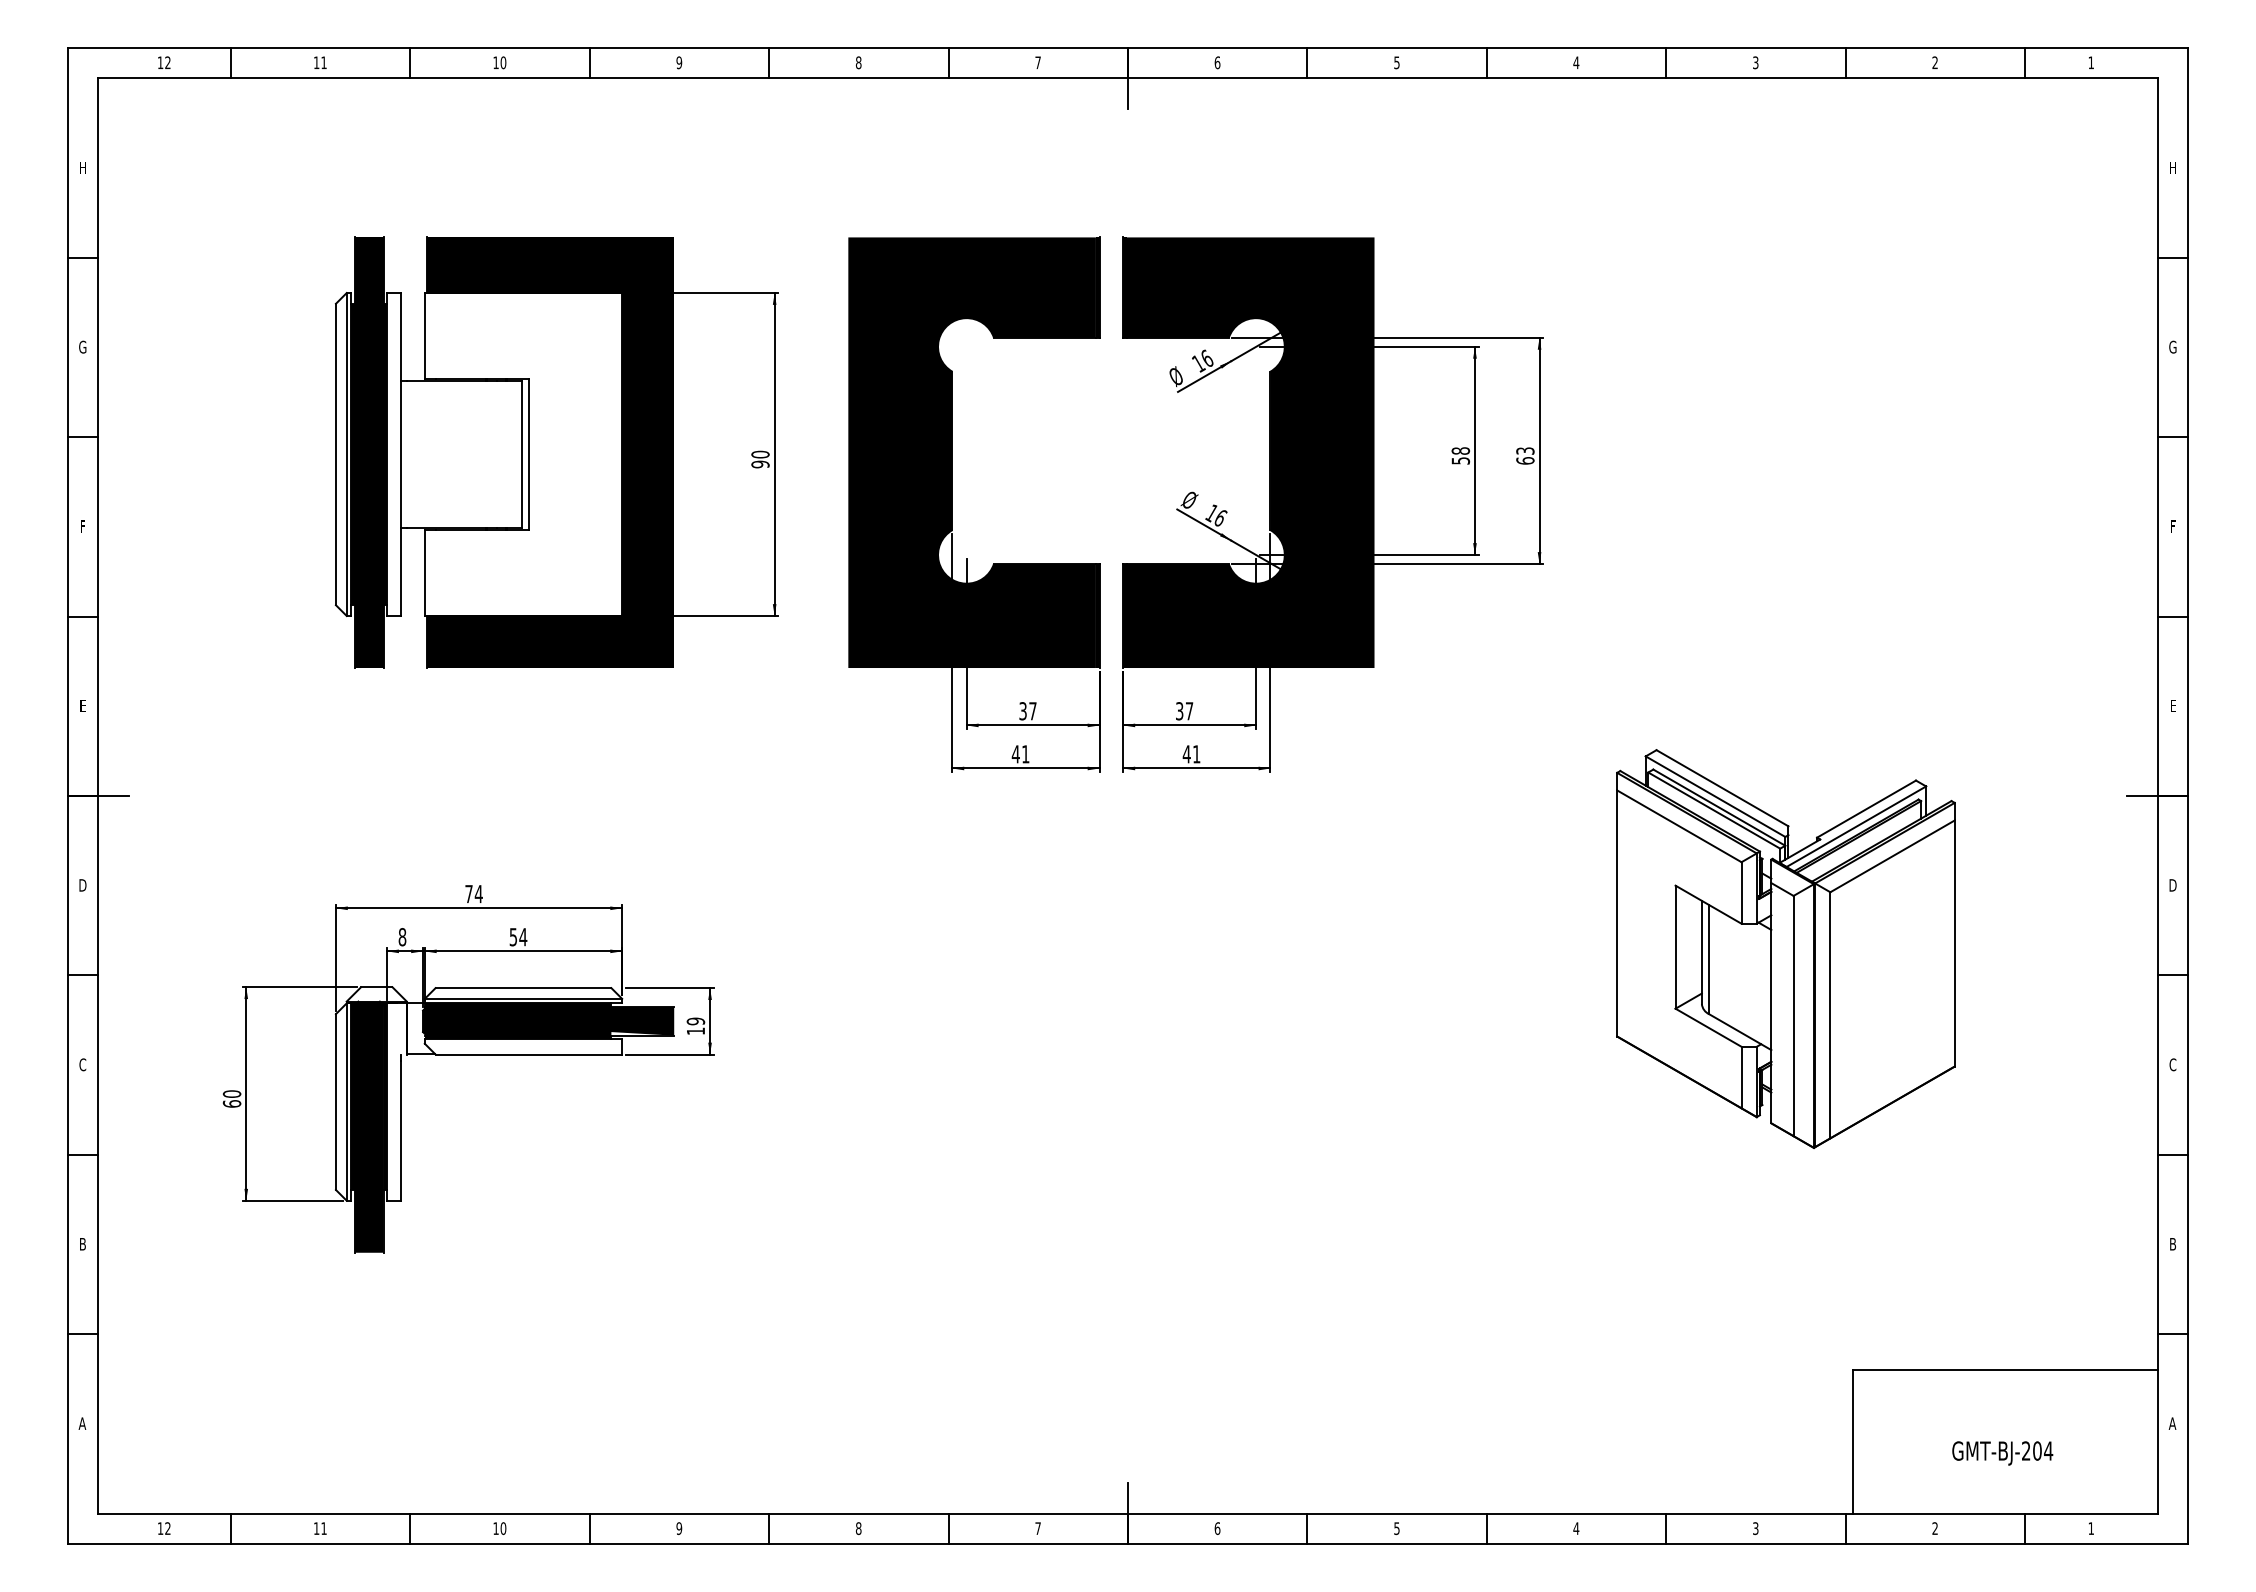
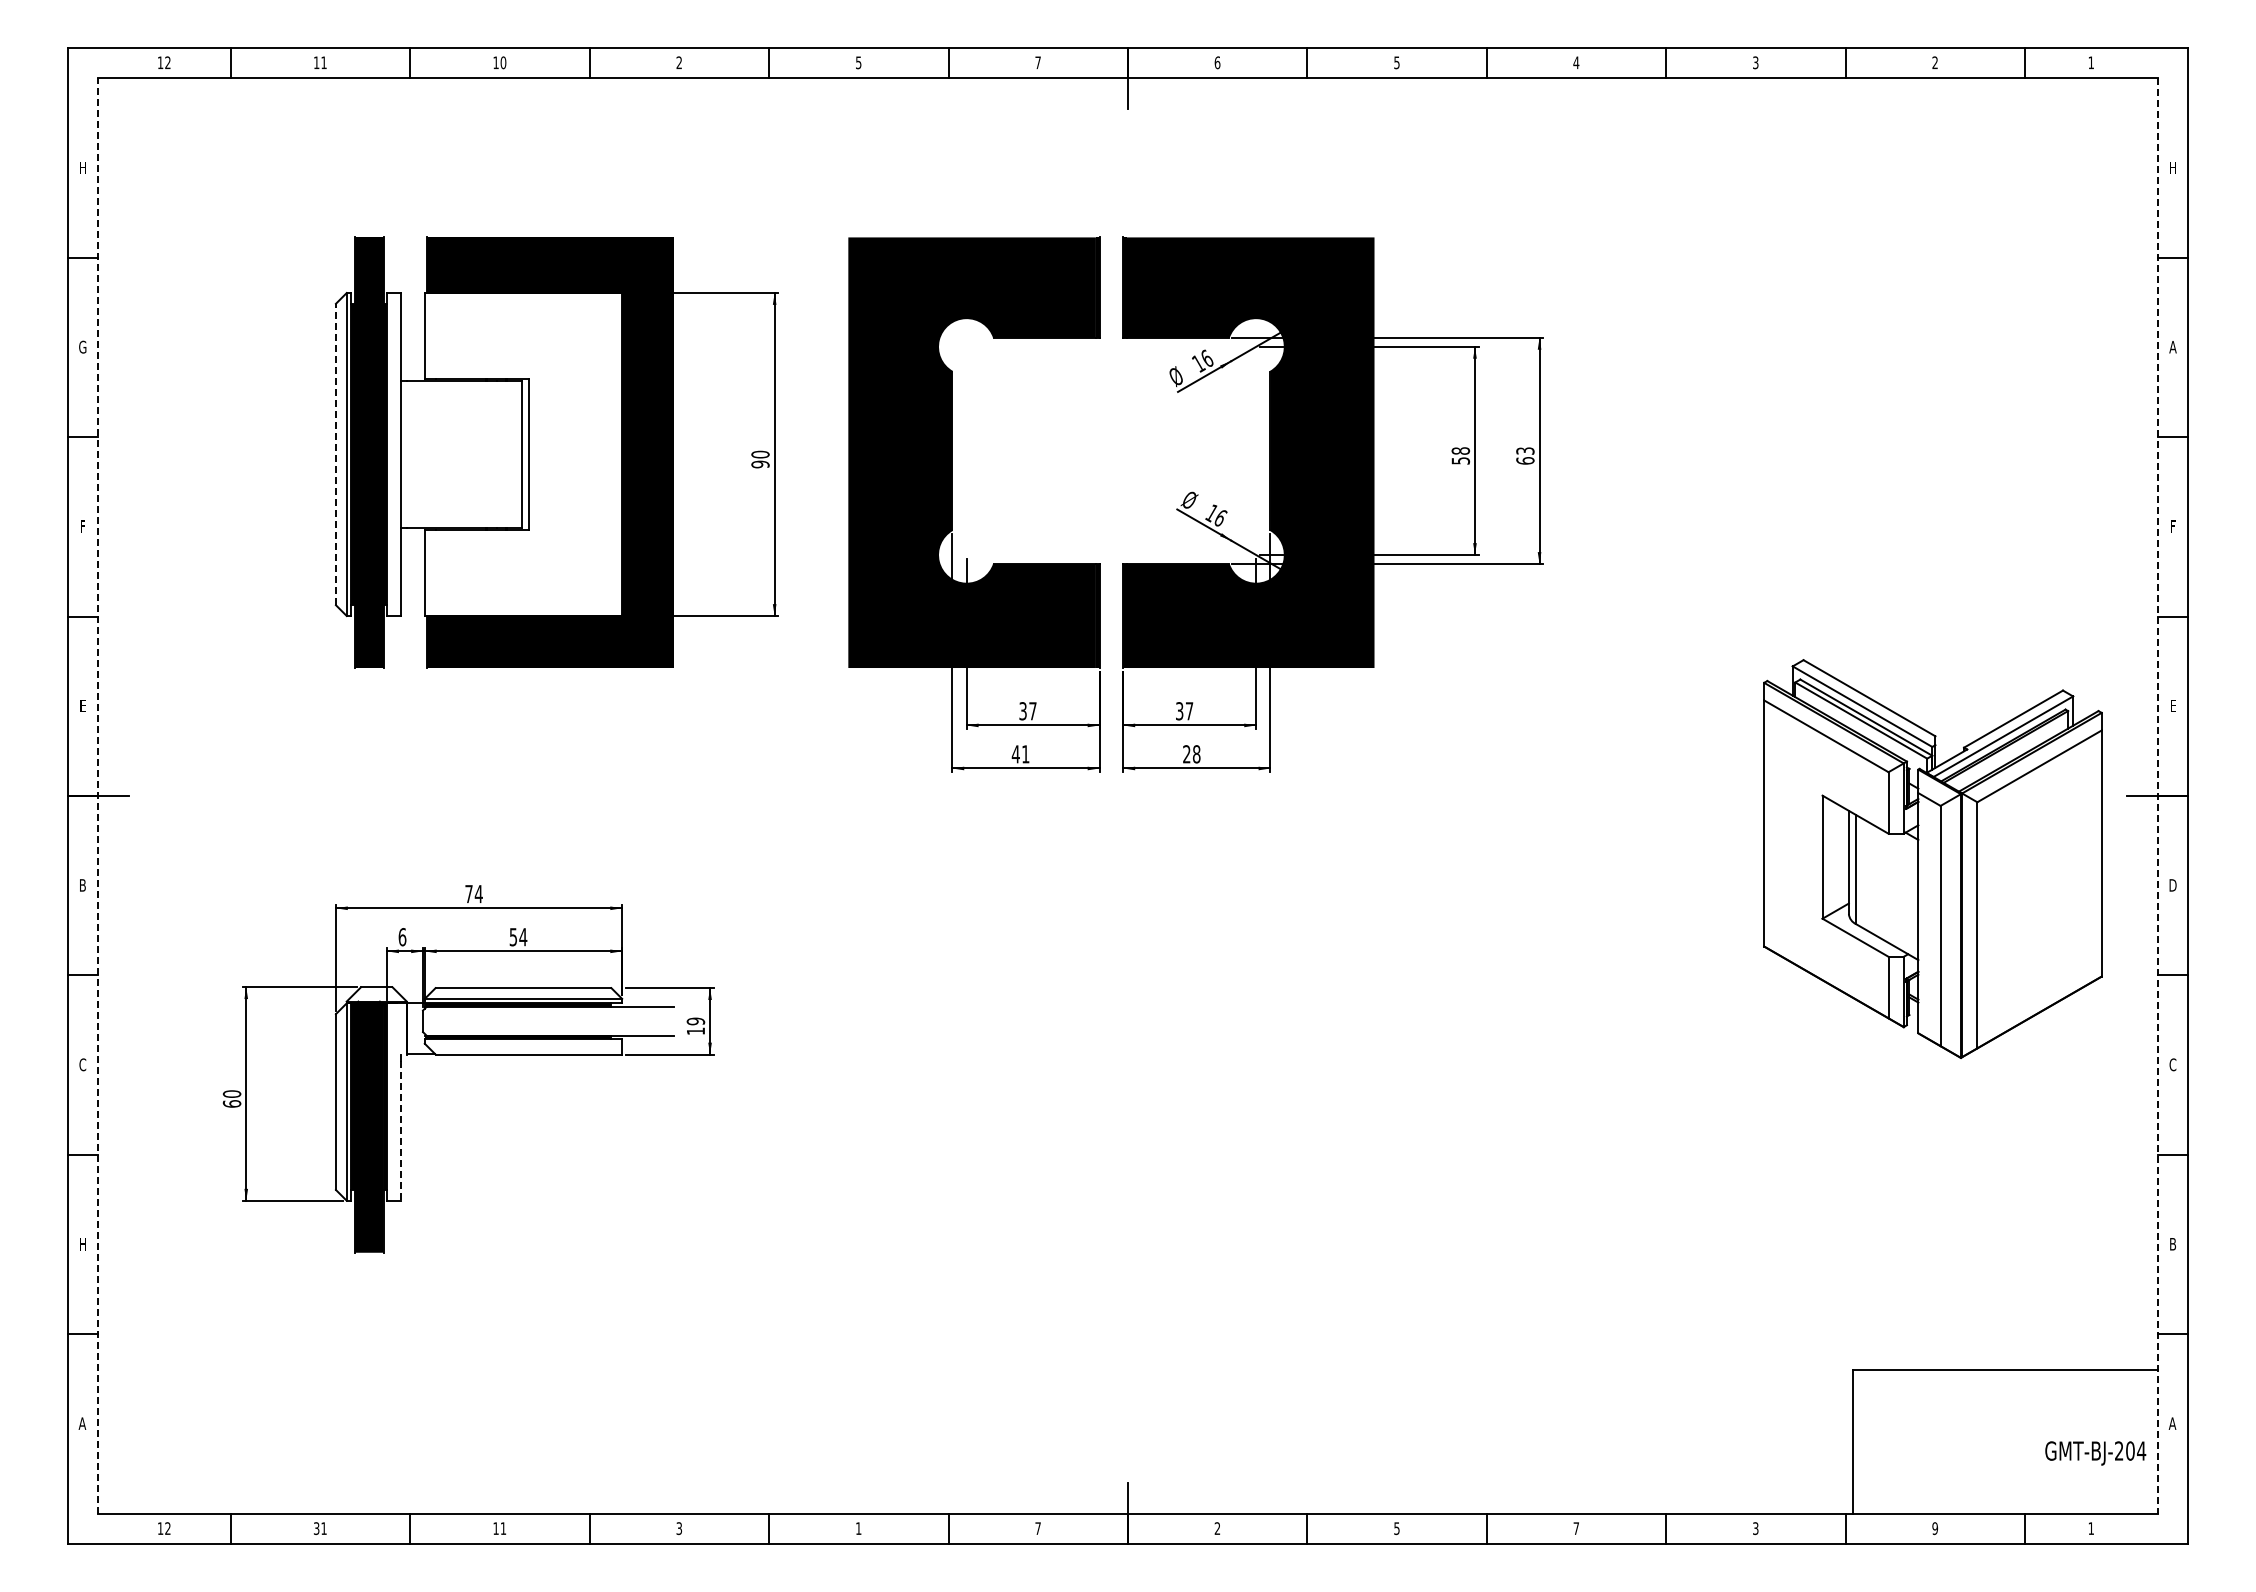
text at (679, 62): 9 -> 2
text at (858, 62): 8 -> 5
text at (2172, 346): G -> A
line at (335, 454): solid -> dashed
text at (1191, 754): 41 -> 28
line at (98, 796): solid -> dashed
line at (2157, 796): solid -> dashed
text at (82, 885): D -> B
text at (402, 937): 8 -> 6
part at (1785, 948) position: (1785, 948) -> (1932, 858)
fill at (548, 1020): present -> none
line at (401, 1130): solid -> dashed
text at (82, 1244): B -> H
text at (2002, 1453) position: (2002, 1453) -> (2095, 1453)
text at (316, 1528): 11 -> 31
text at (503, 1528): 10 -> 11
text at (679, 1528): 9 -> 3
text at (858, 1528): 8 -> 1
text at (1217, 1528): 6 -> 2
text at (1576, 1528): 4 -> 7
text at (1935, 1528): 2 -> 9
